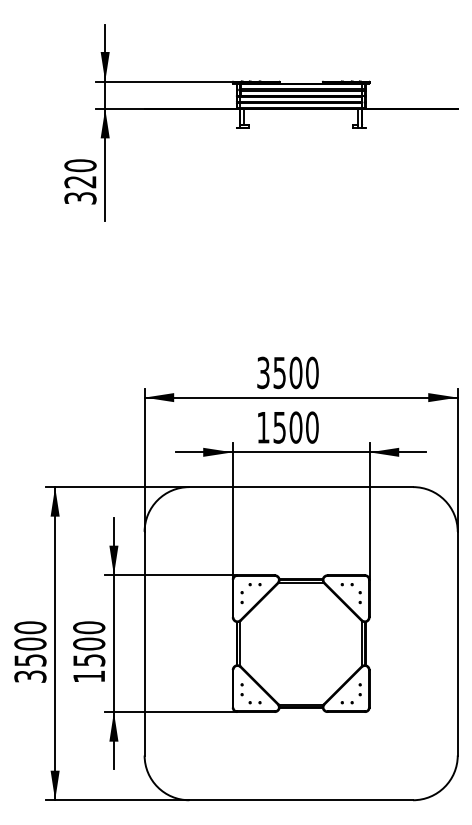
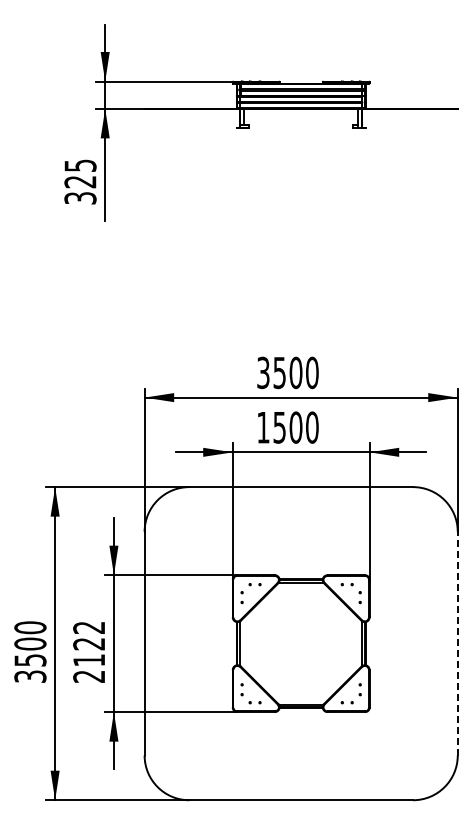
text at (80, 165): 320 -> 325
line at (457, 643): solid -> dashed
text at (89, 651): 1500 -> 2122
